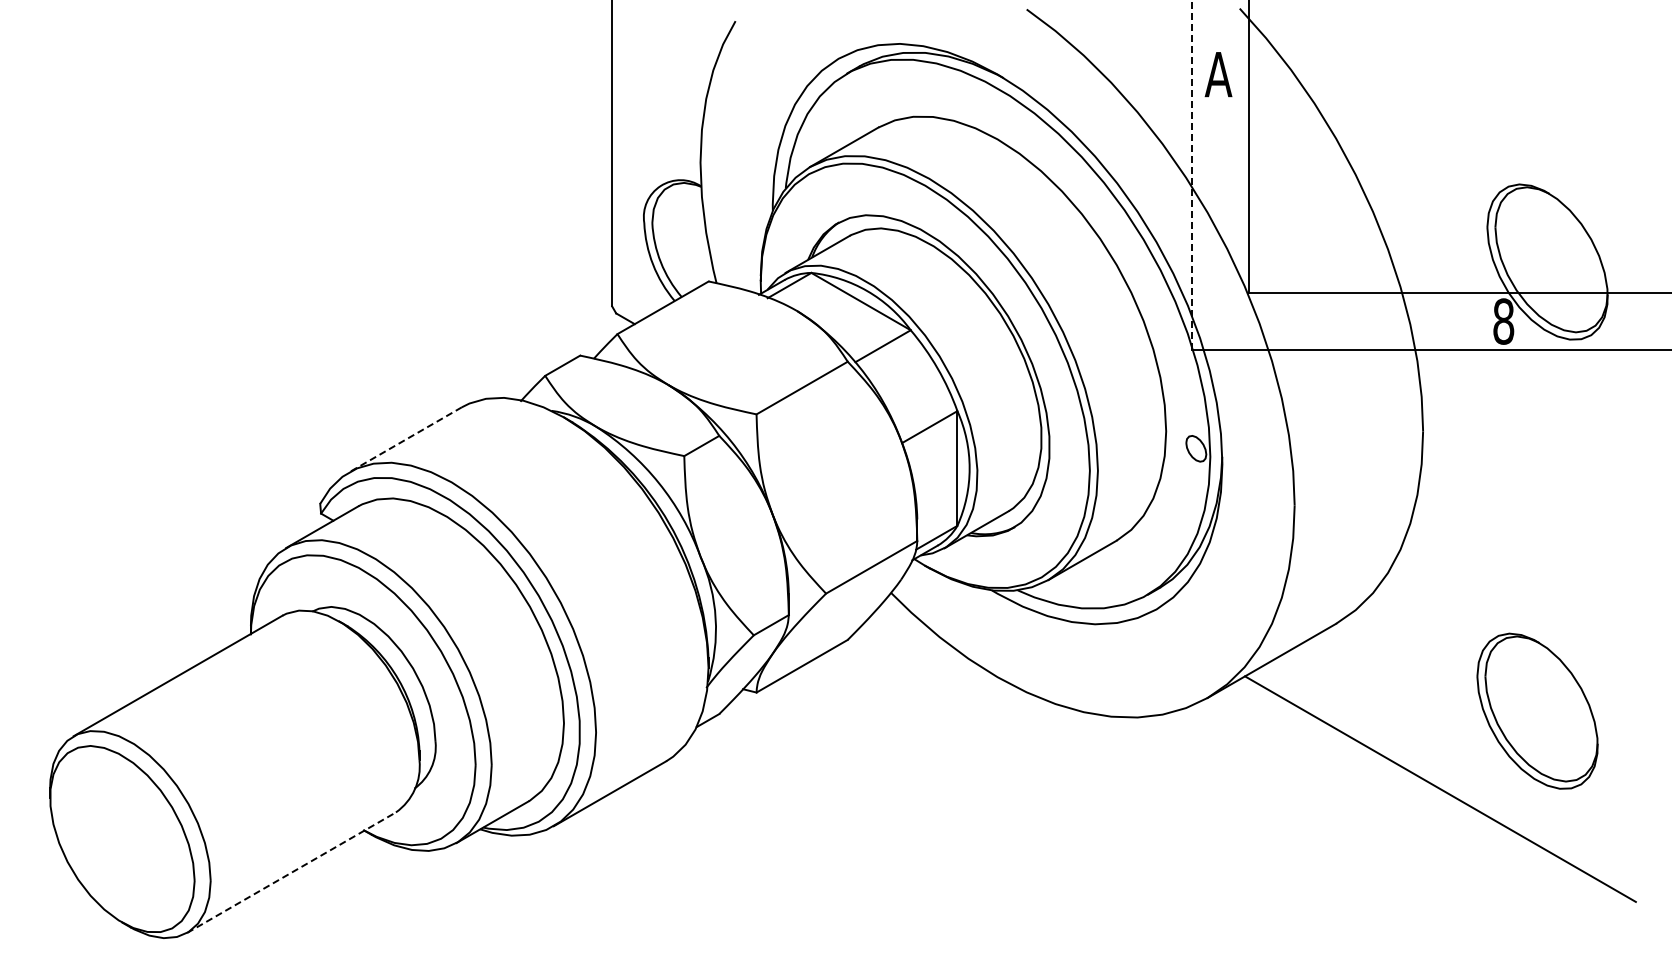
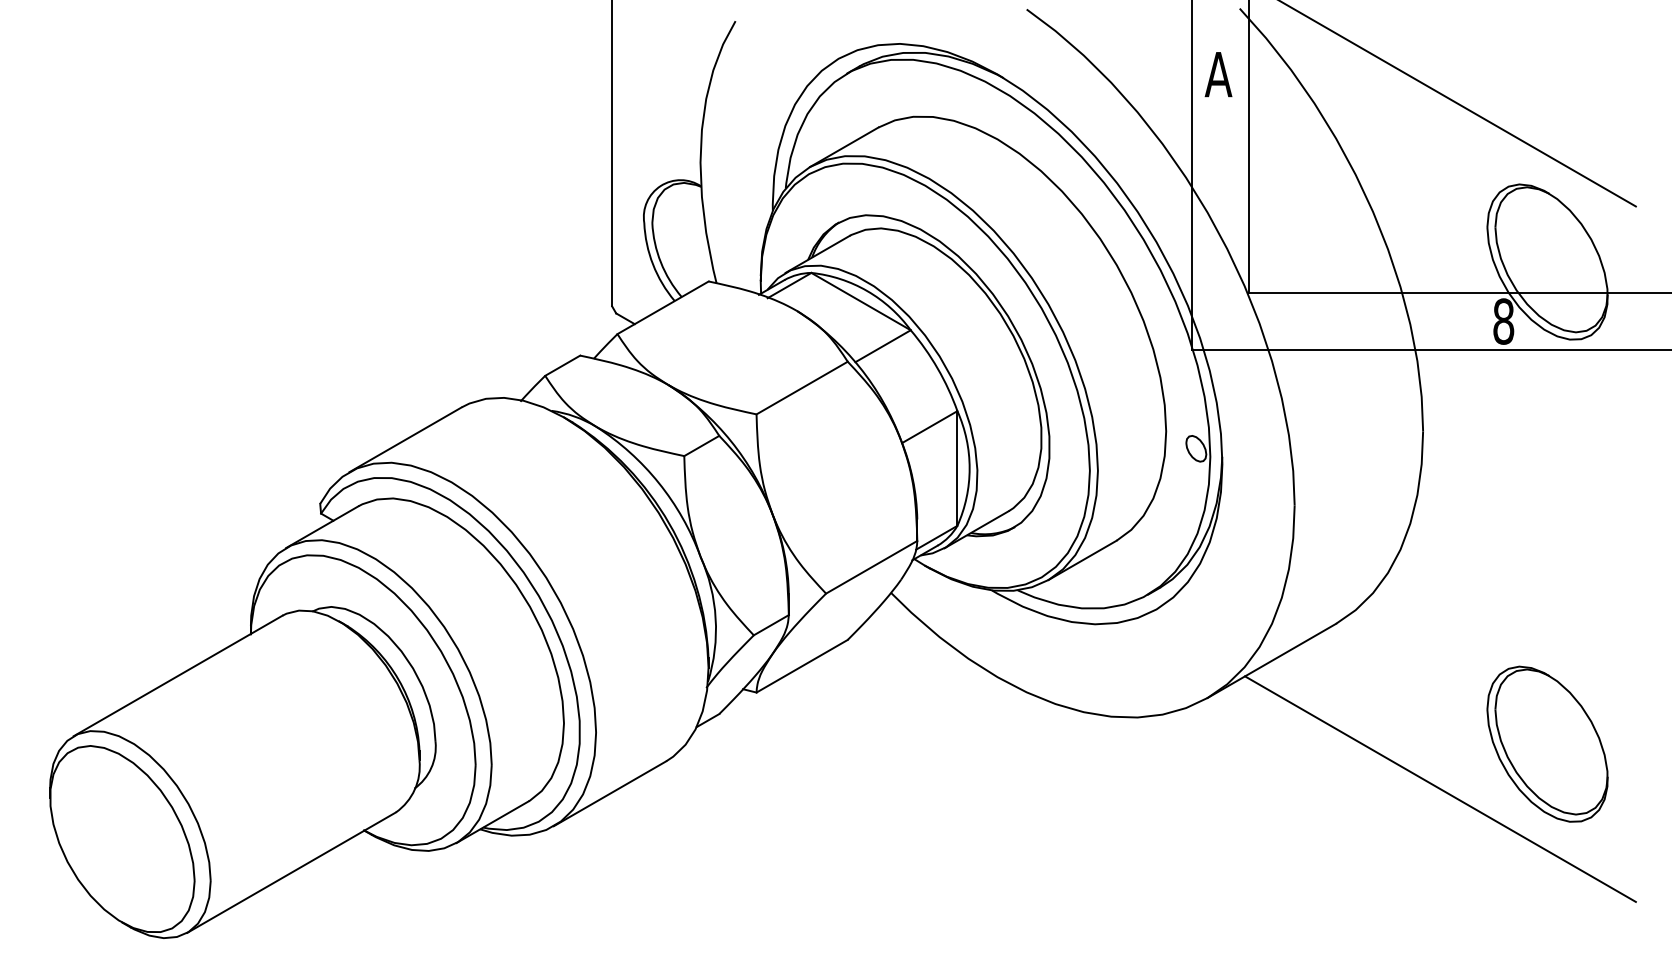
line at (1458, 104): none -> present
line at (1192, 174): dashed -> solid
line at (405, 439): dashed -> solid
part at (1537, 710) position: (1537, 710) -> (1547, 743)
line at (291, 872): dashed -> solid
